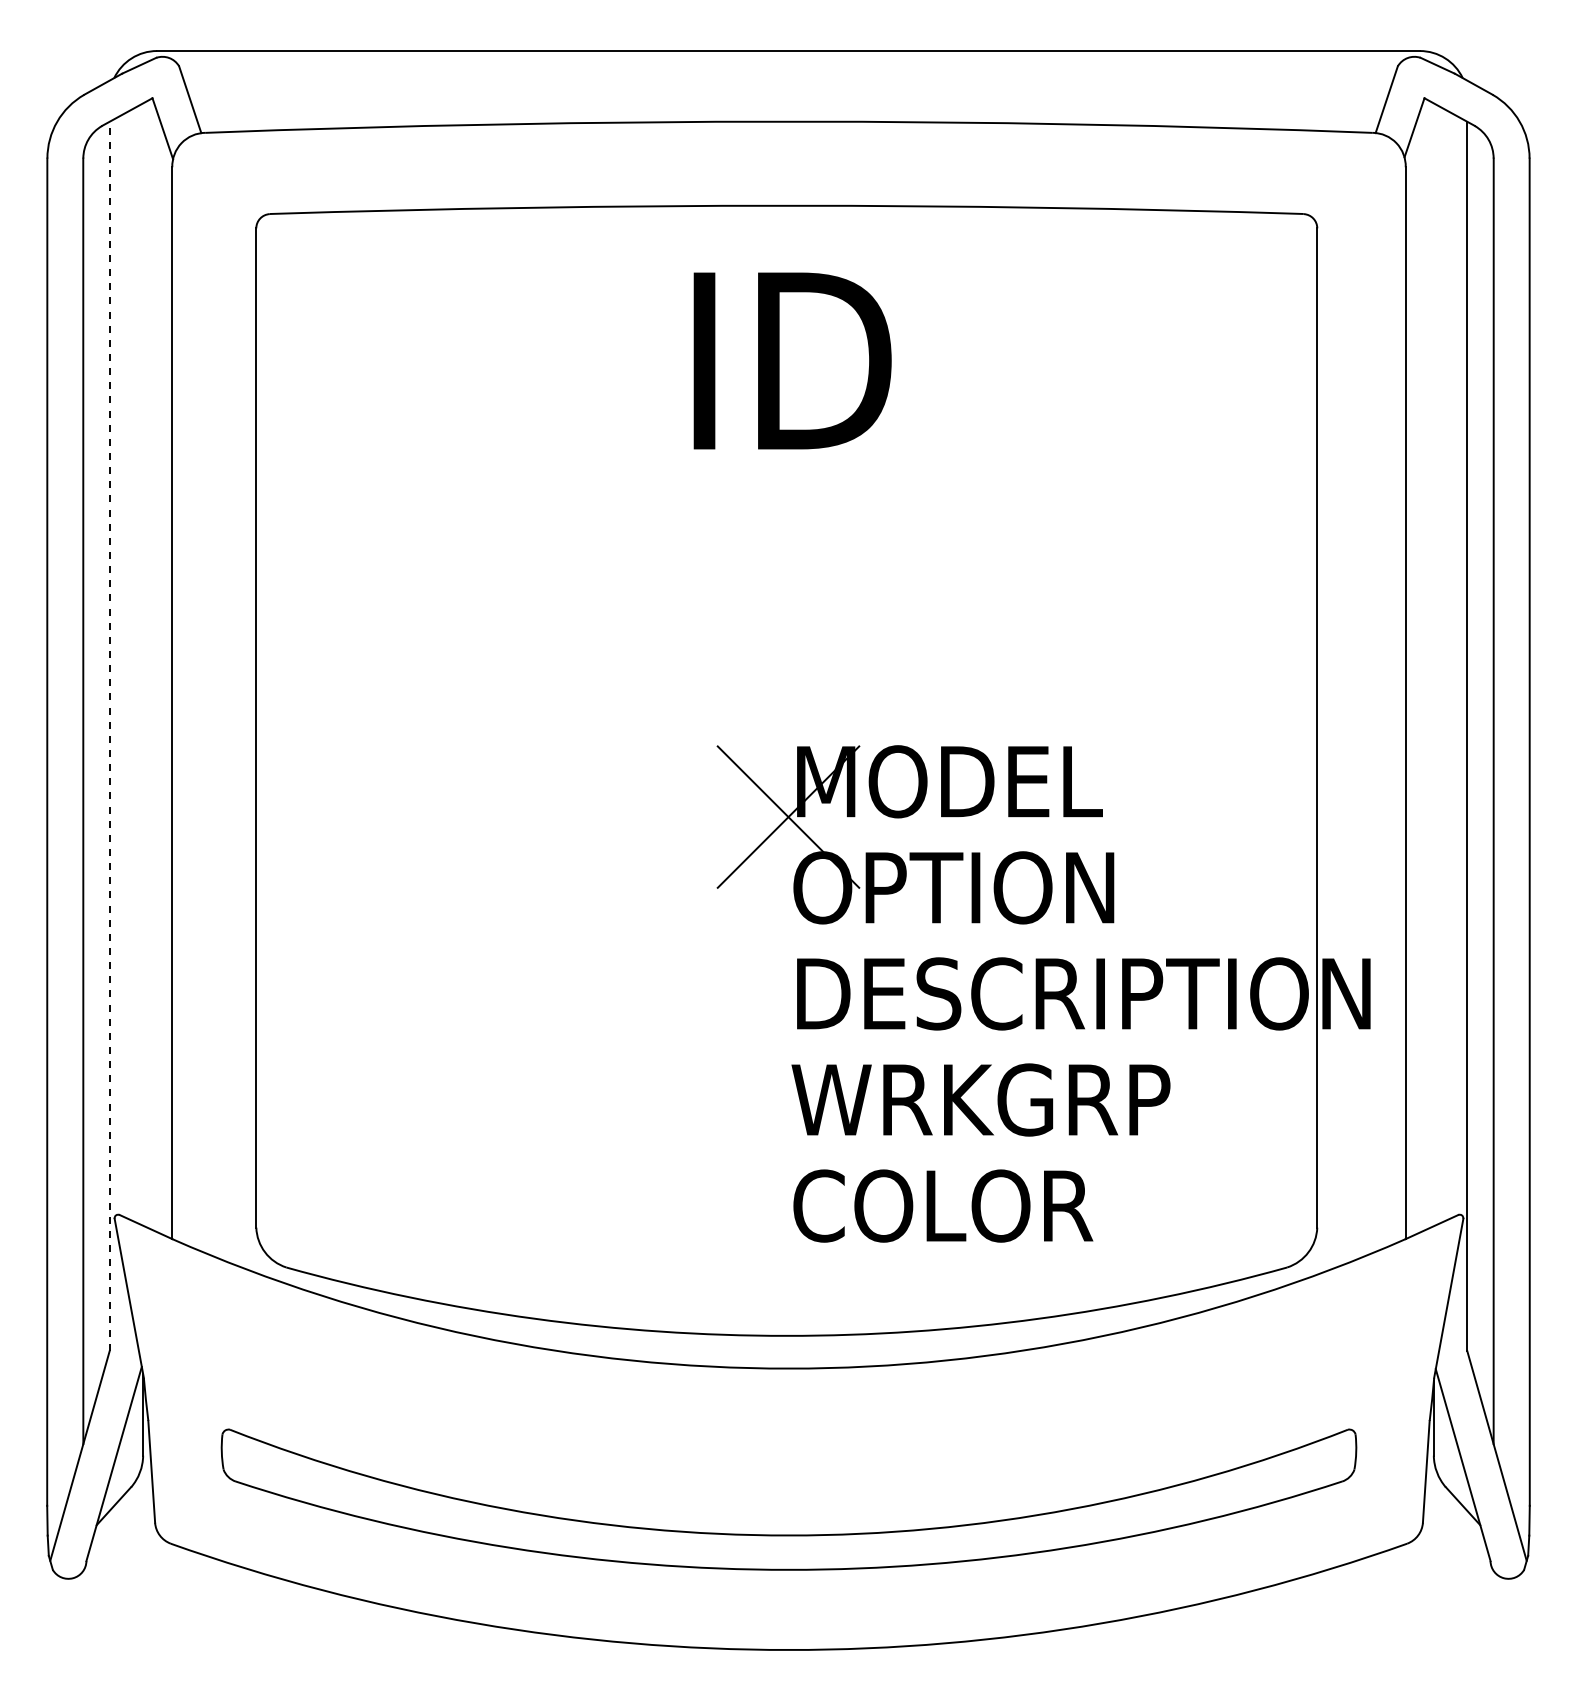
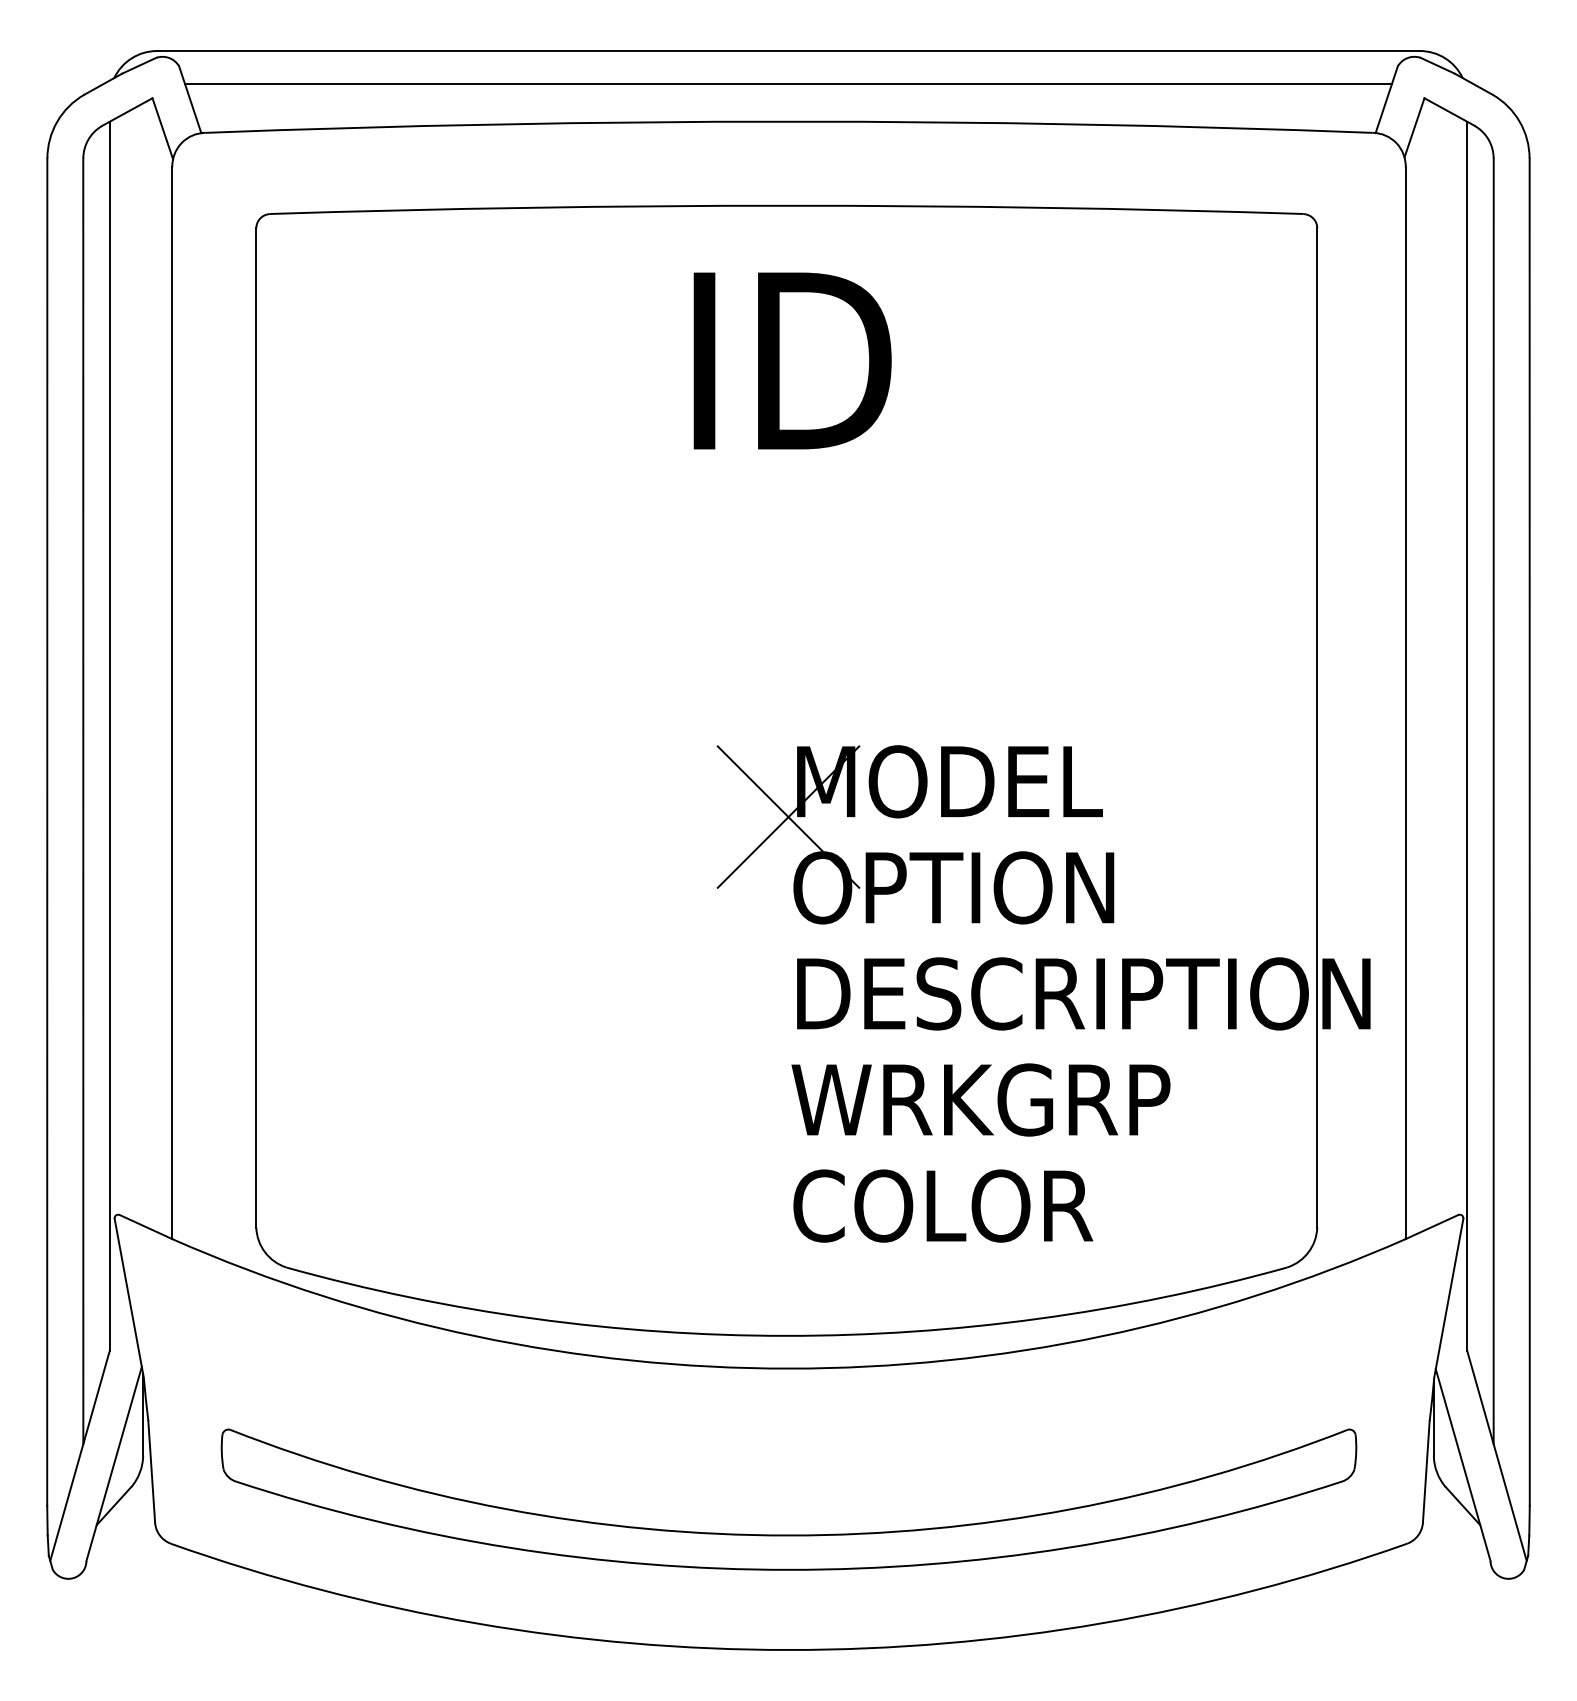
line at (788, 84): none -> present
line at (109, 736): dashed -> solid
